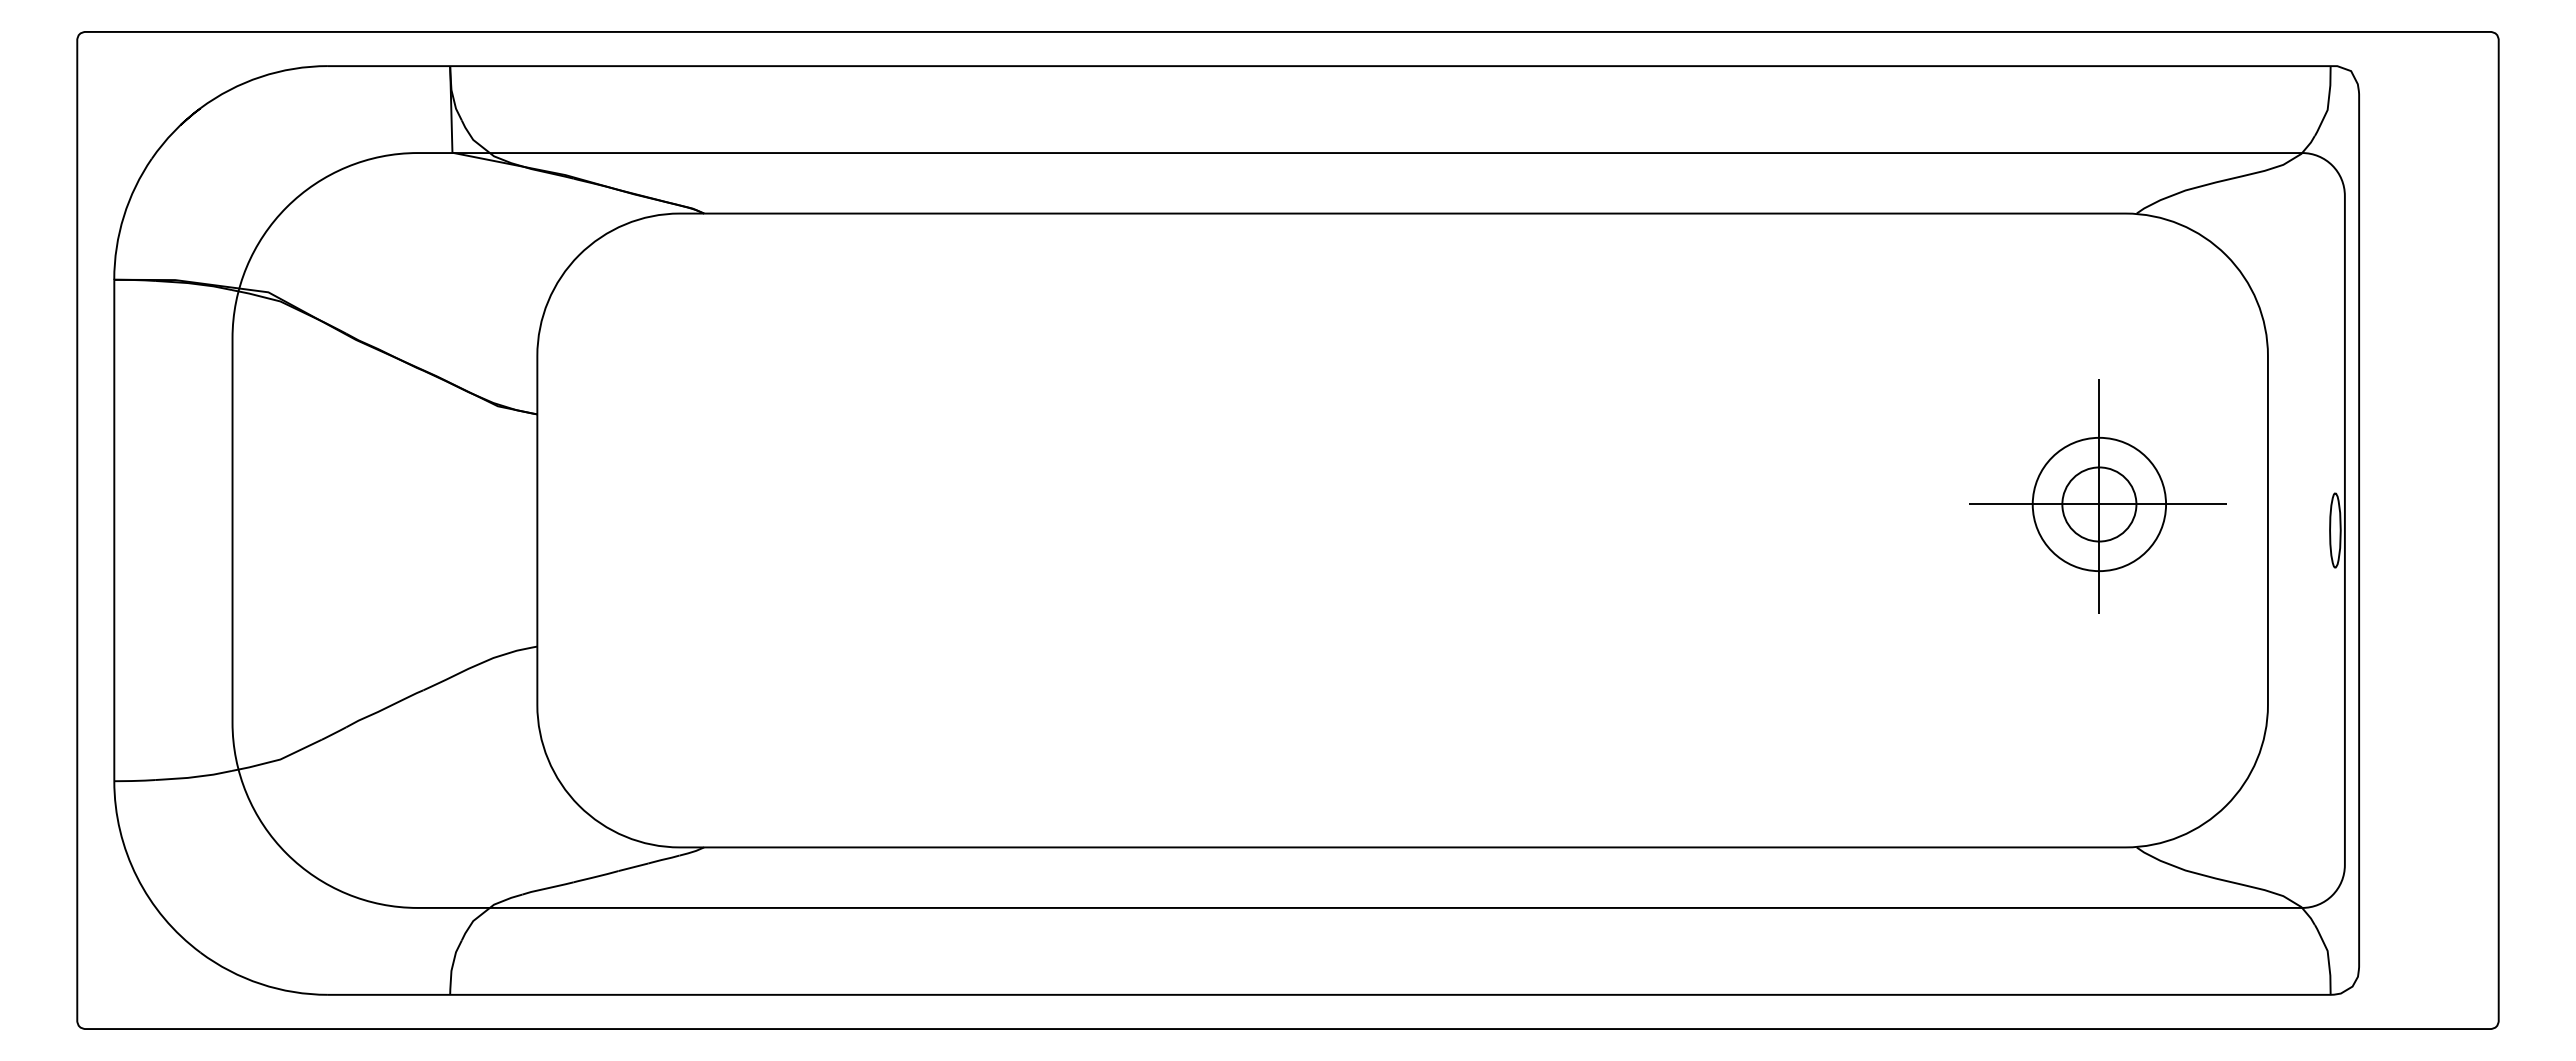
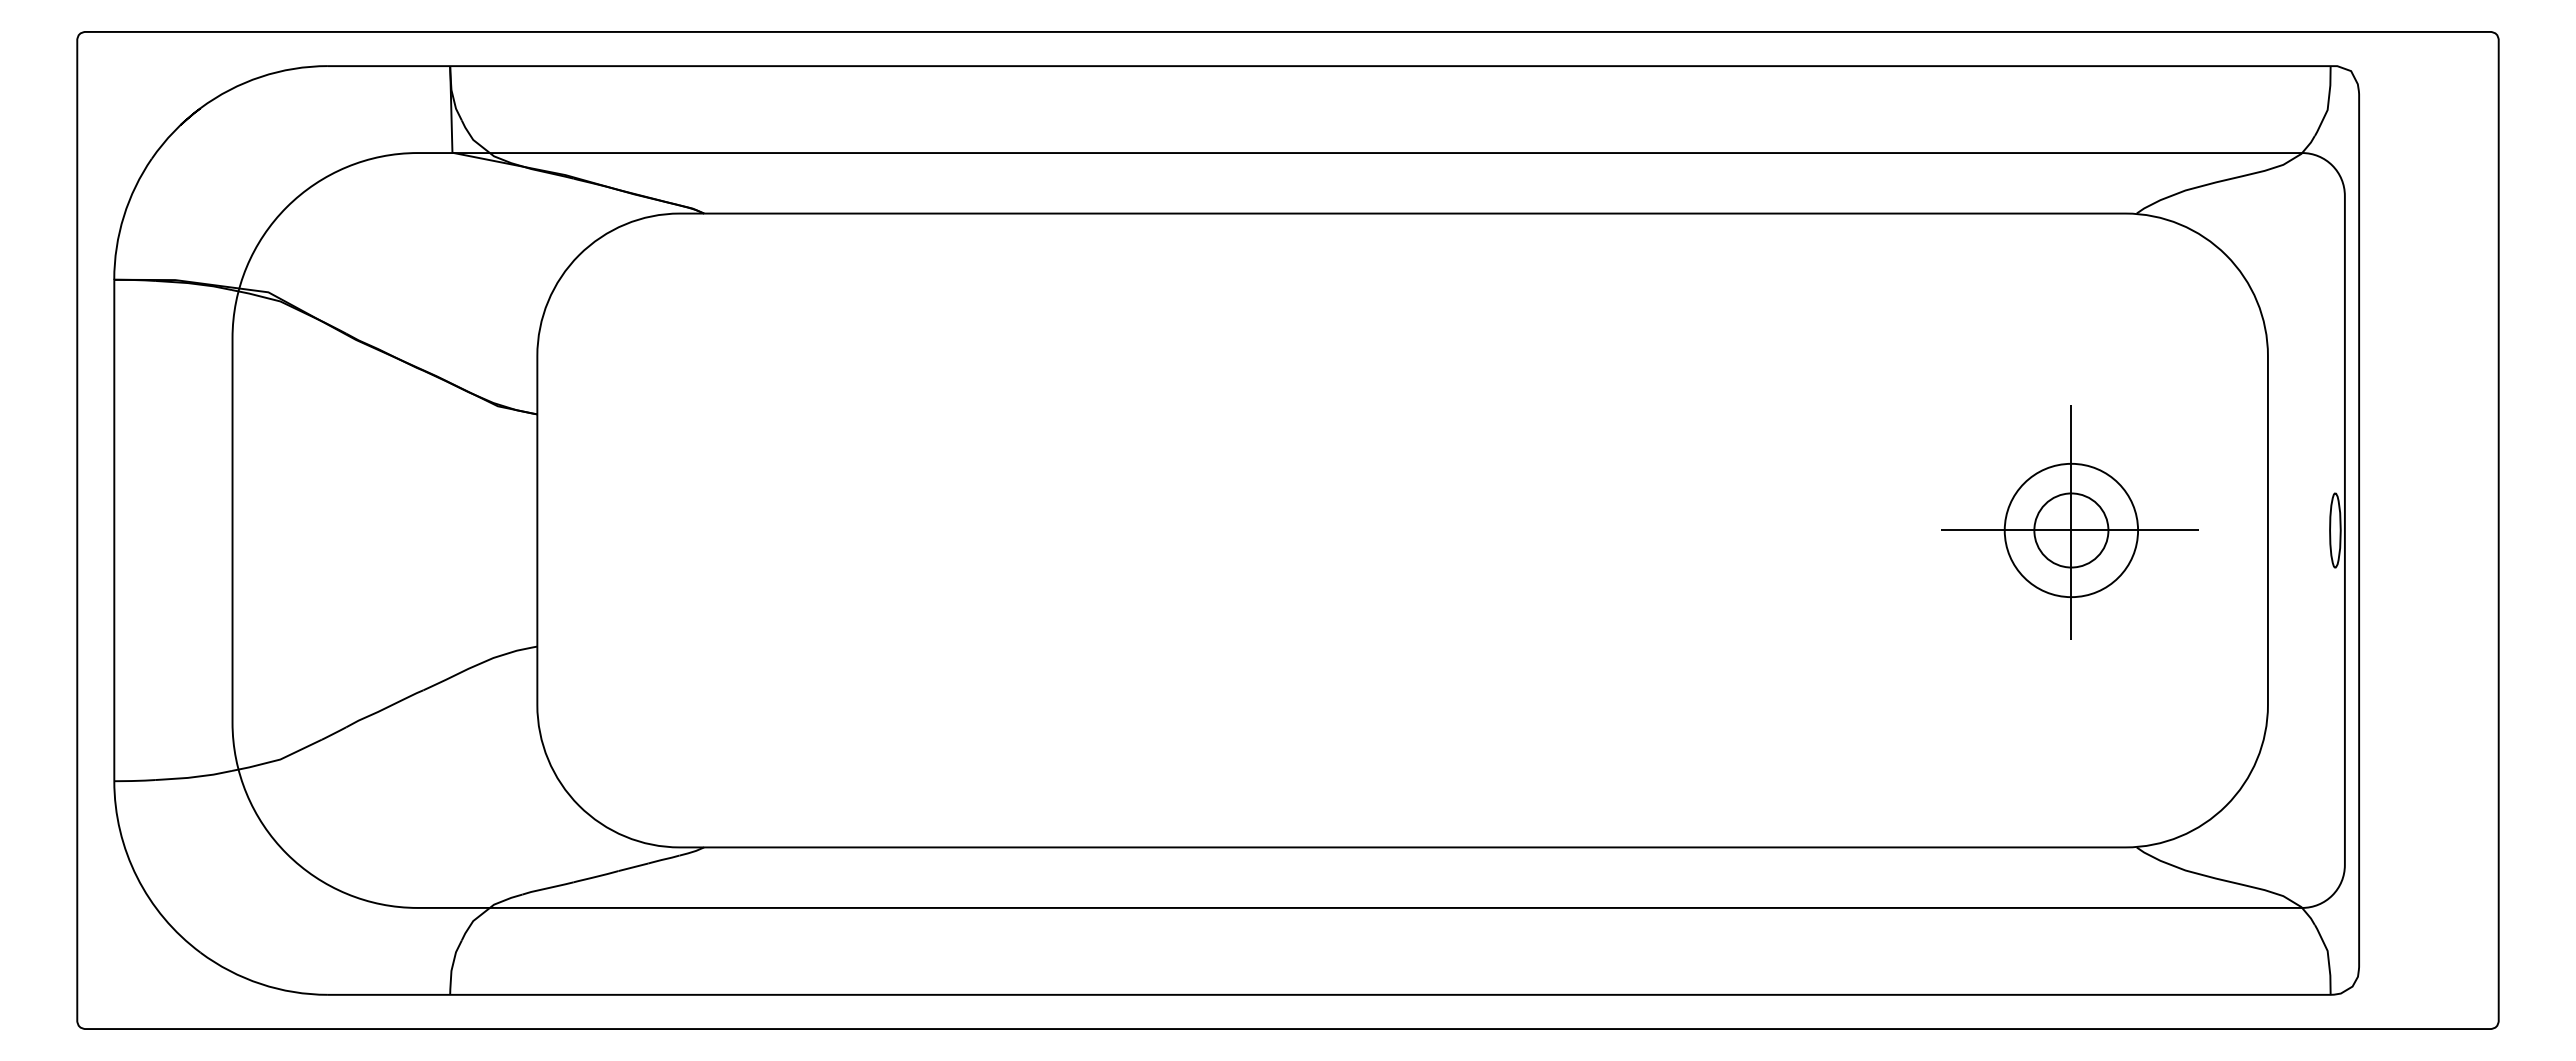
part at (2097, 496) position: (2097, 496) -> (2069, 522)
